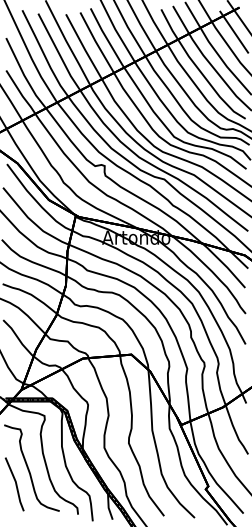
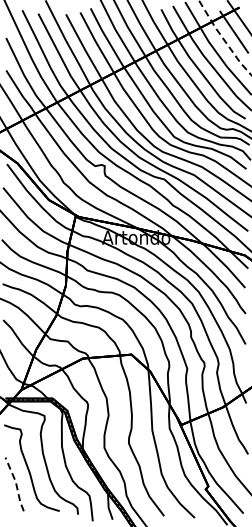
line at (223, 38): solid -> dashed
line at (16, 483): solid -> dashed
